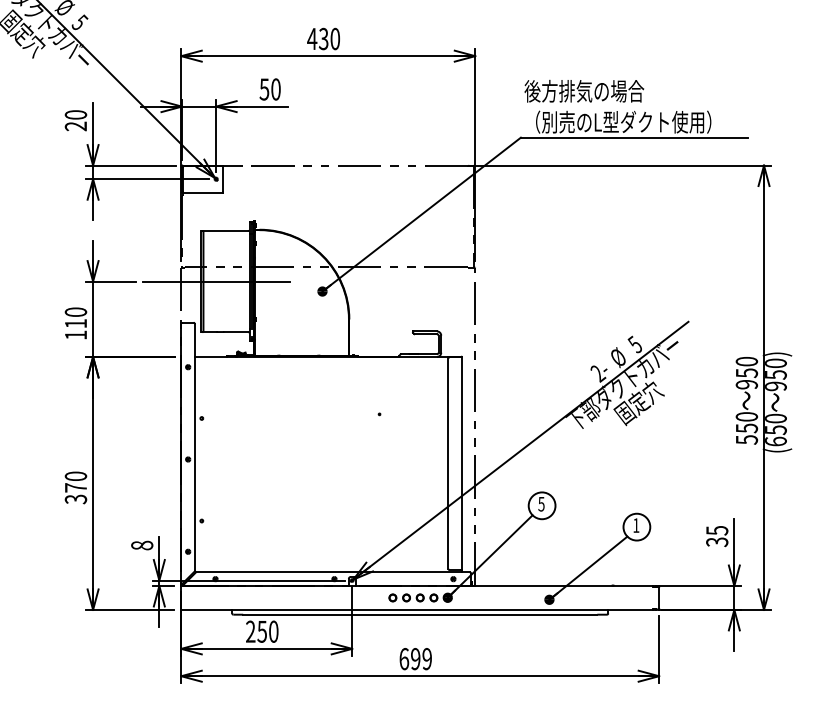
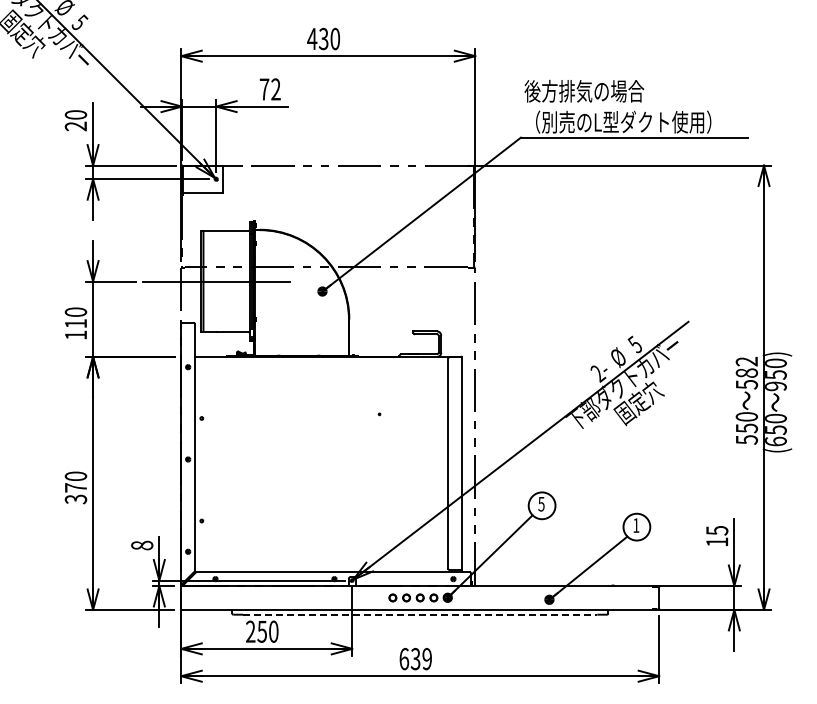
text at (269, 89): 50 -> 72
text at (746, 373): 950 -> 582
text at (717, 542): 35 -> 15
line at (420, 614): solid -> dashed
text at (415, 659): 699 -> 639
